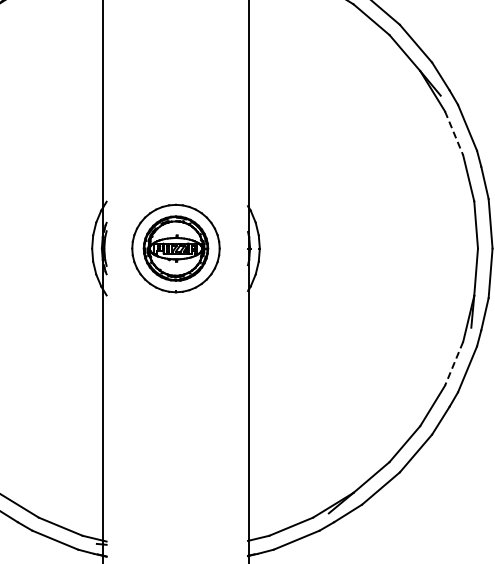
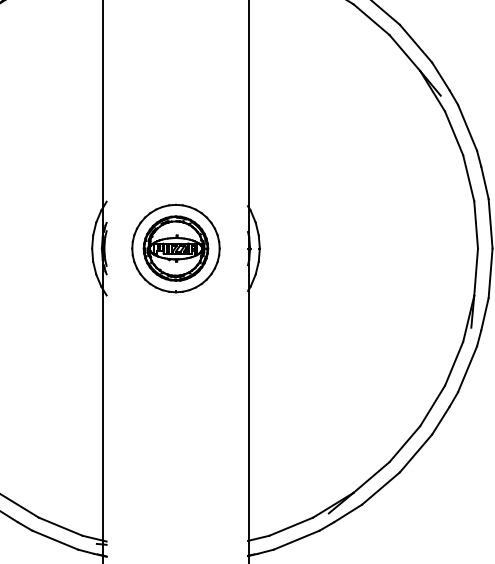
line at (454, 133): dashed -> solid
line at (454, 363): dashed -> solid
